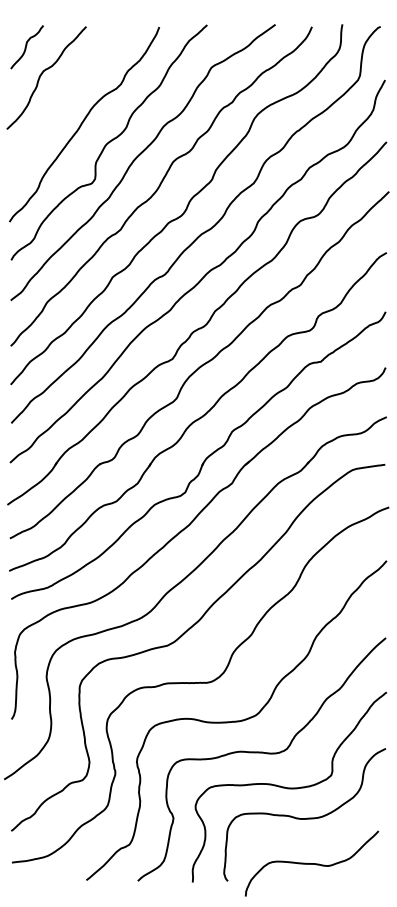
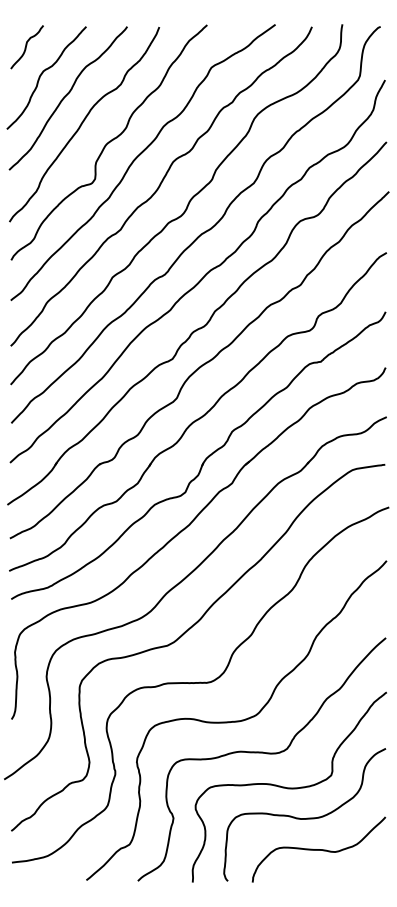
curve at (66, 96): none -> present
curve at (311, 863) position: (311, 863) -> (318, 849)
